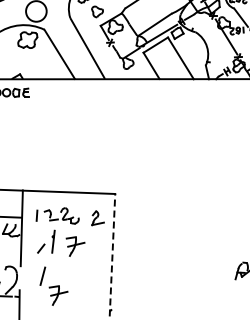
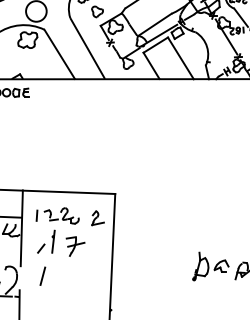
line at (112, 256): dashed -> solid
part at (210, 266): none -> present
part at (58, 295): present -> none
